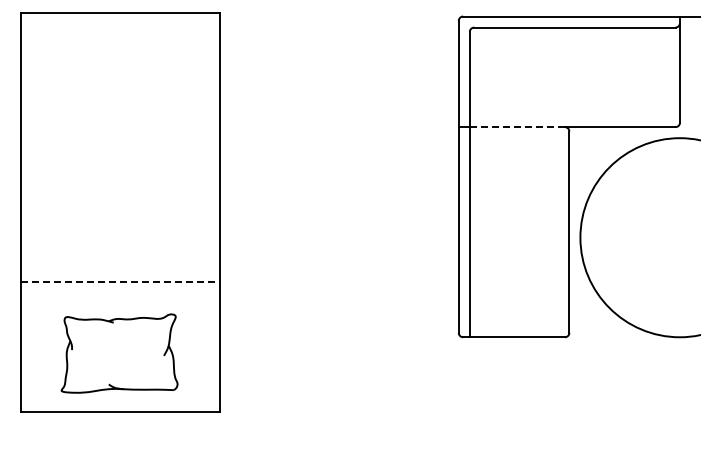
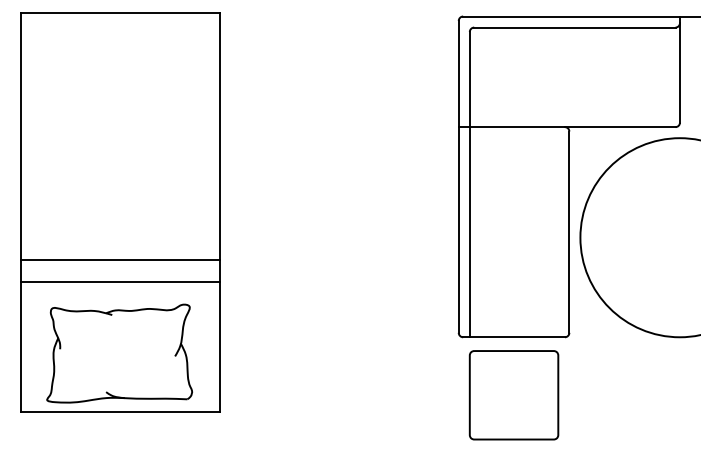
line at (517, 127): dashed -> solid
line at (120, 259): none -> present
line at (120, 281): dashed -> solid
part at (119, 353) size: 119x81 px -> 147x101 px
part at (513, 395): none -> present
